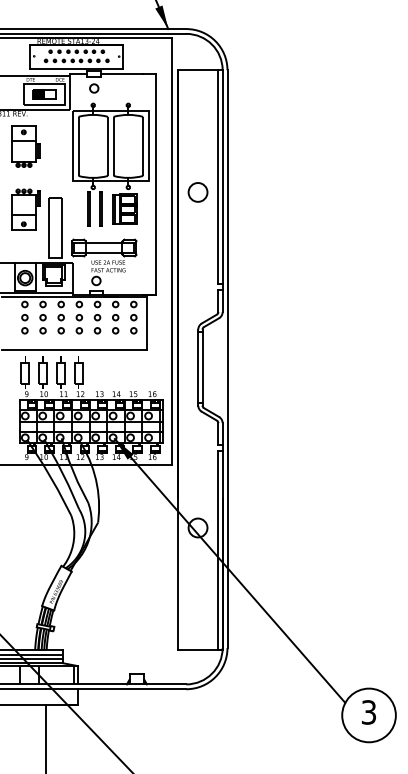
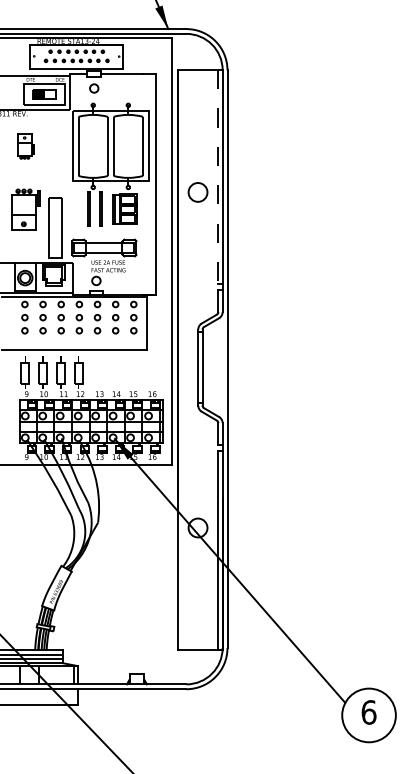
part at (25, 146) size: 30x43 px -> 18x27 px
line at (218, 177): solid -> dashed
text at (368, 712): 3 -> 6
line at (46, 737): present -> none
